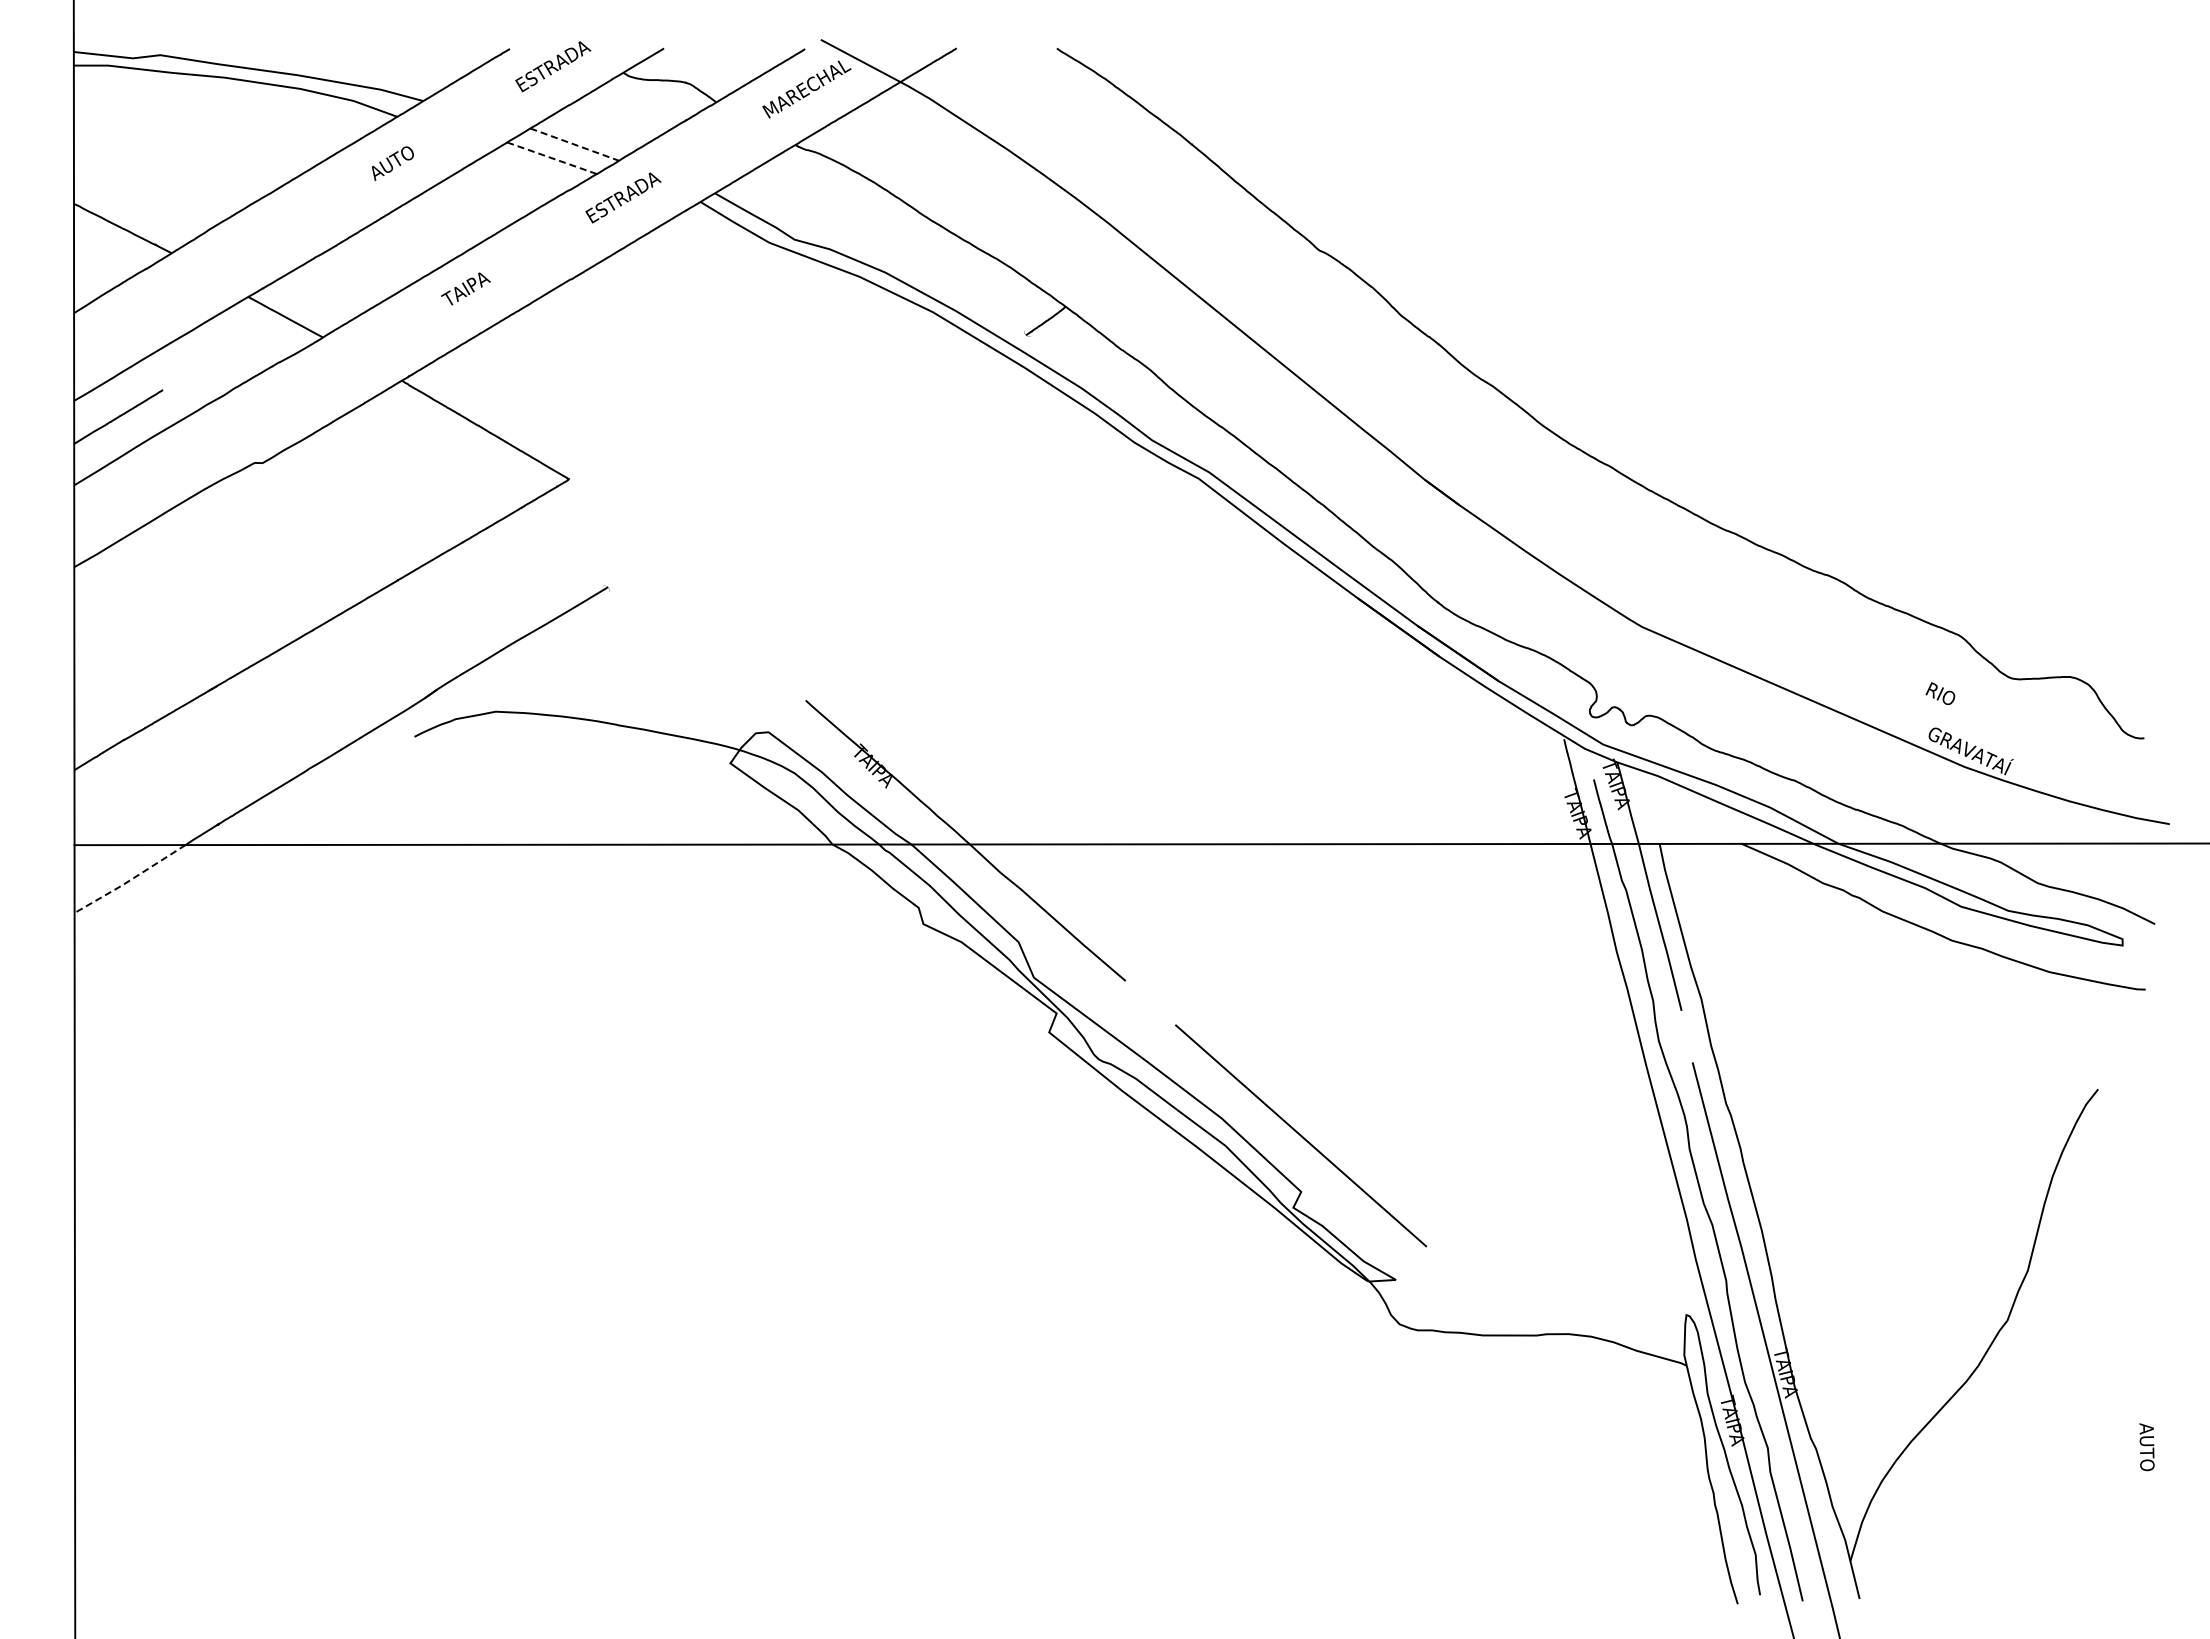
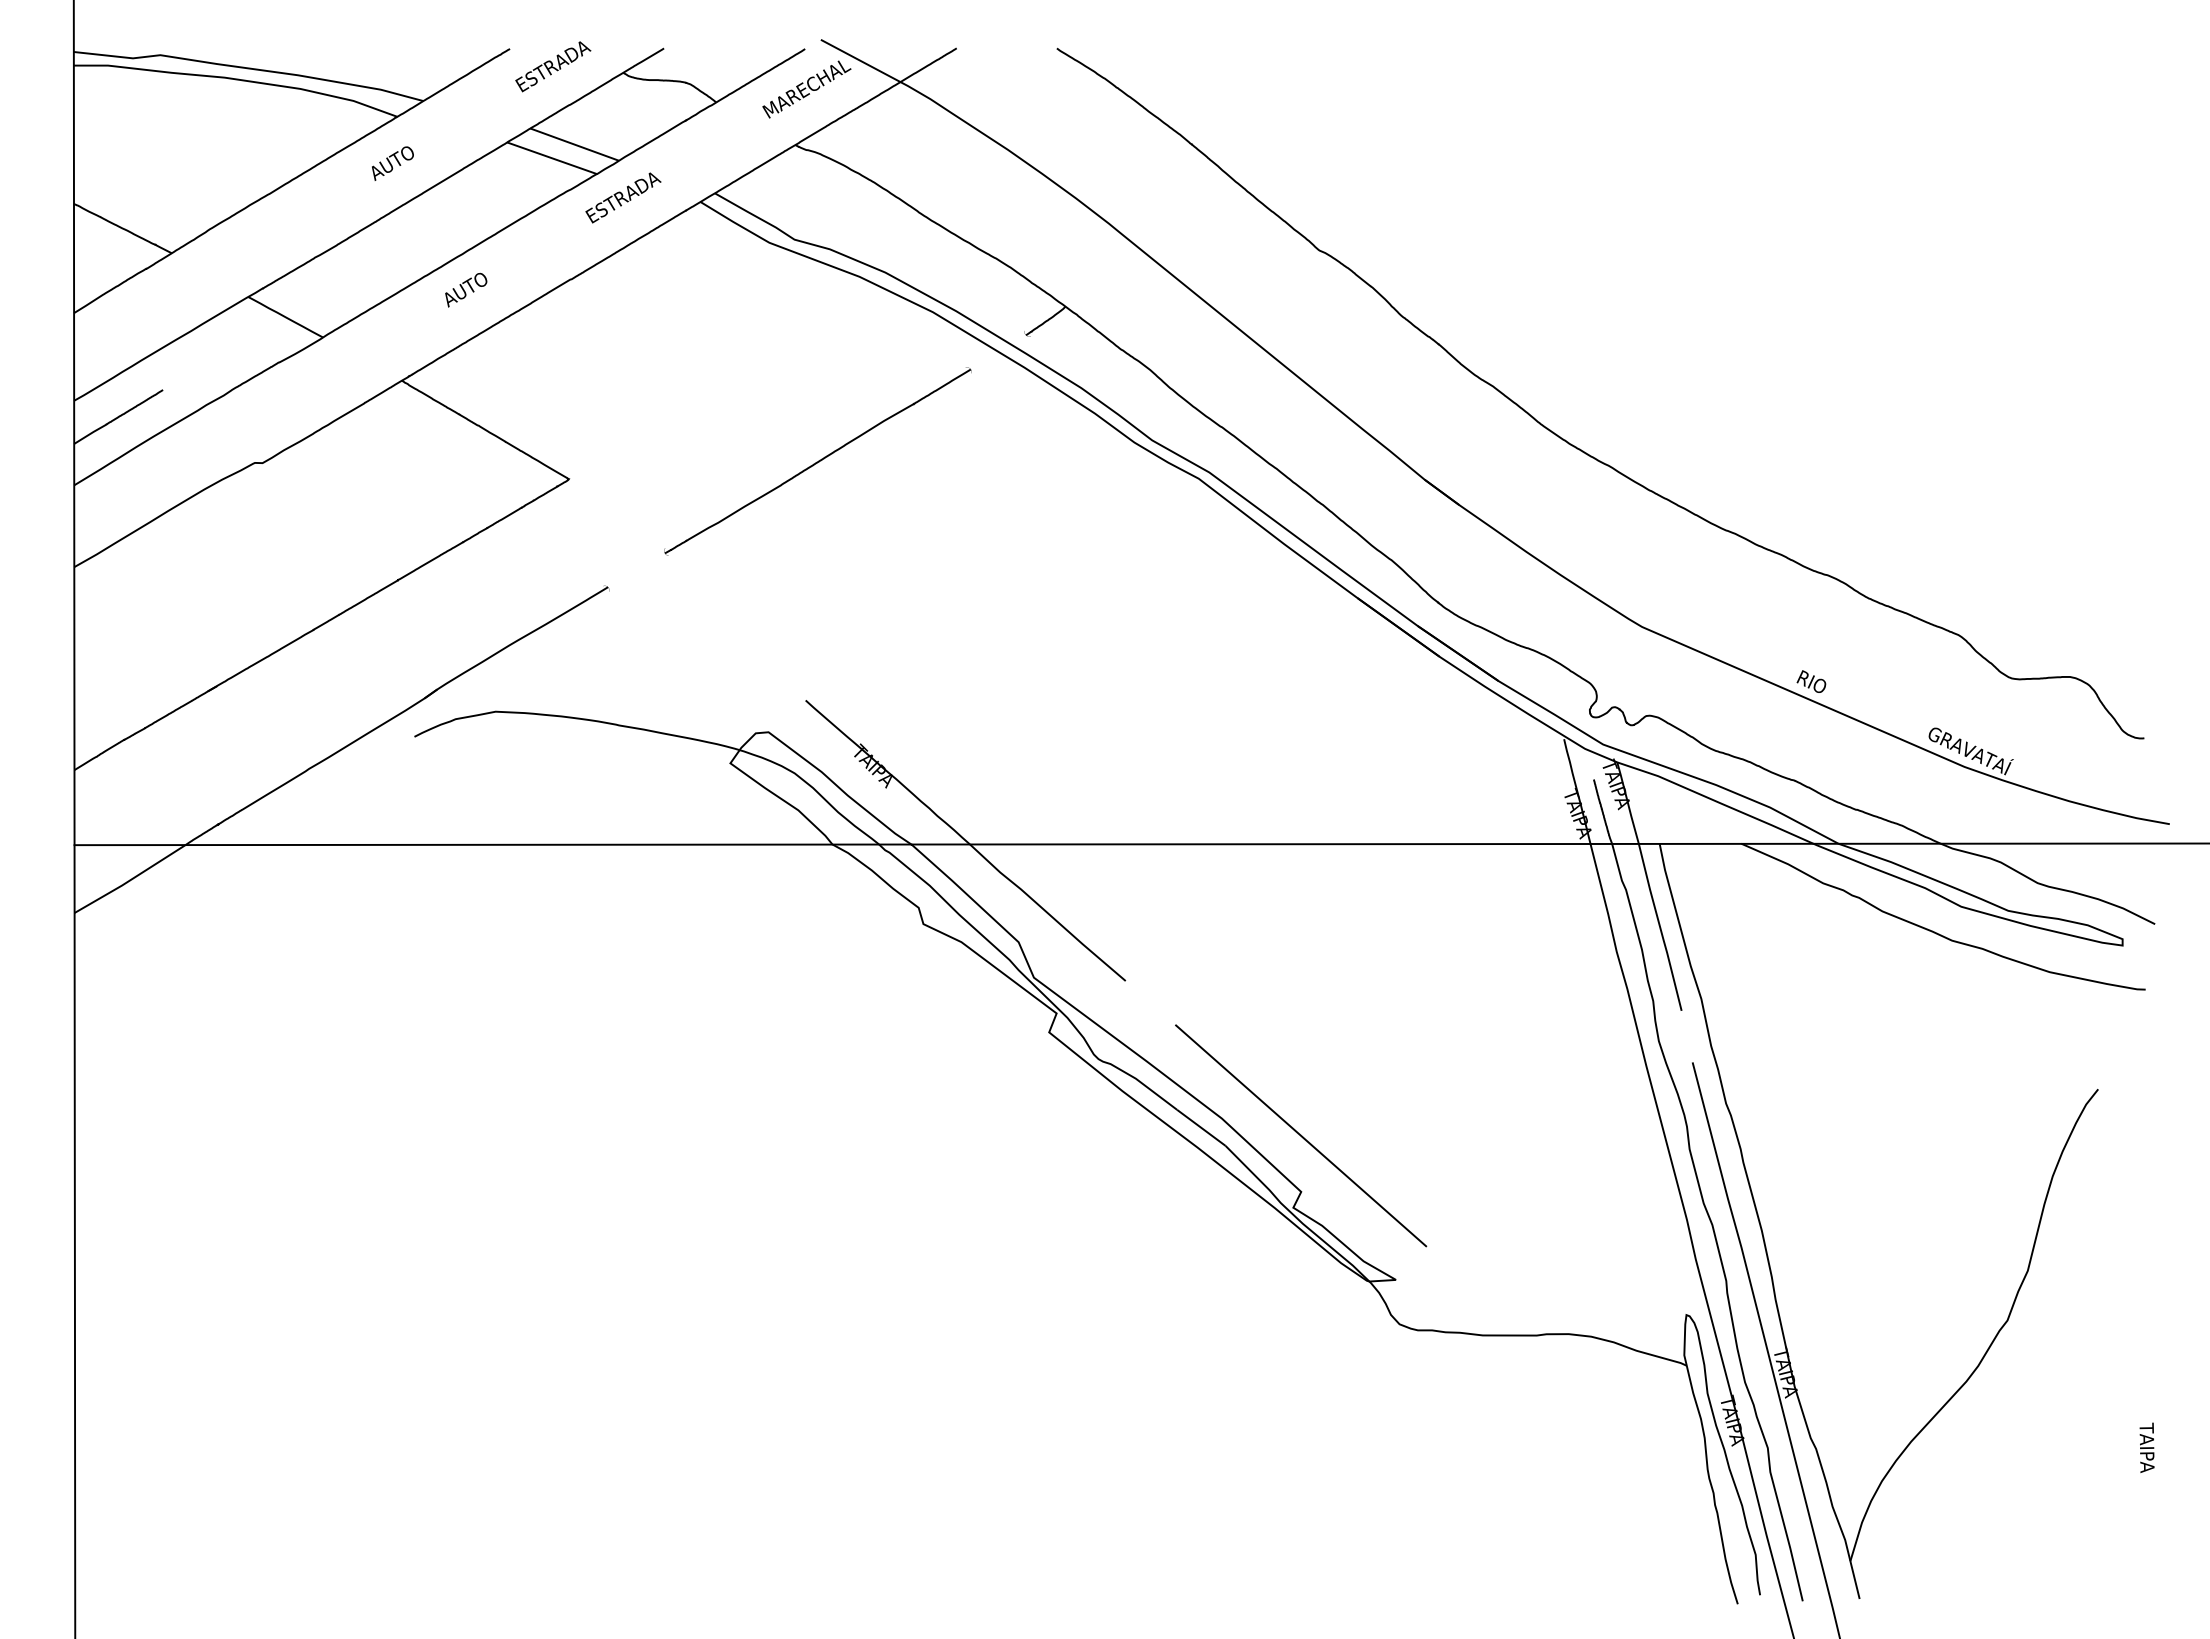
line at (575, 144): dashed -> solid
line at (552, 158): dashed -> solid
text at (465, 289): TAIPA -> AUTO
part at (817, 461): none -> present
text at (1940, 693) position: (1940, 693) -> (1811, 681)
line at (130, 880): dashed -> solid
text at (2146, 1447): AUTO -> TAIPA
